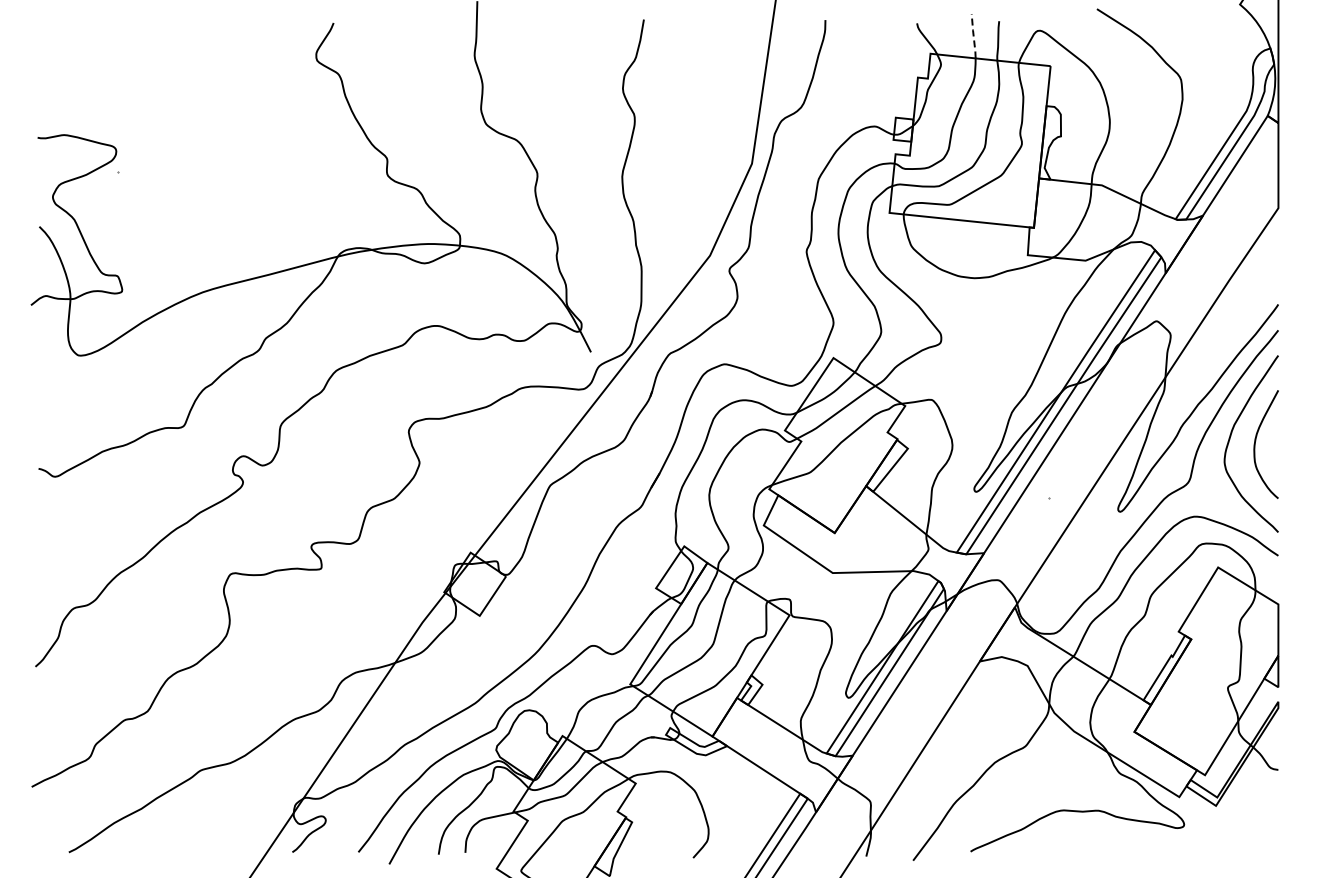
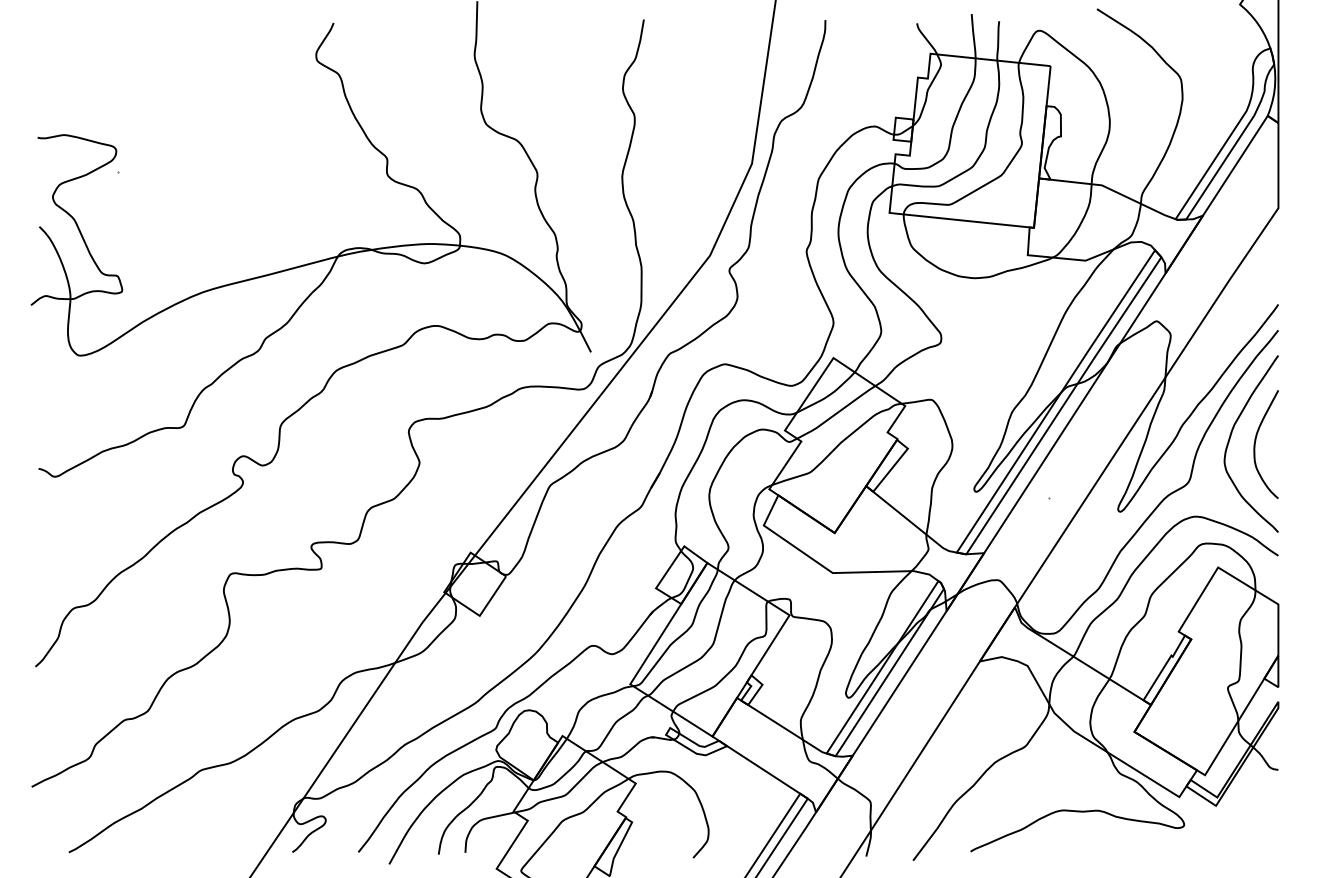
line at (973, 36): dashed -> solid
